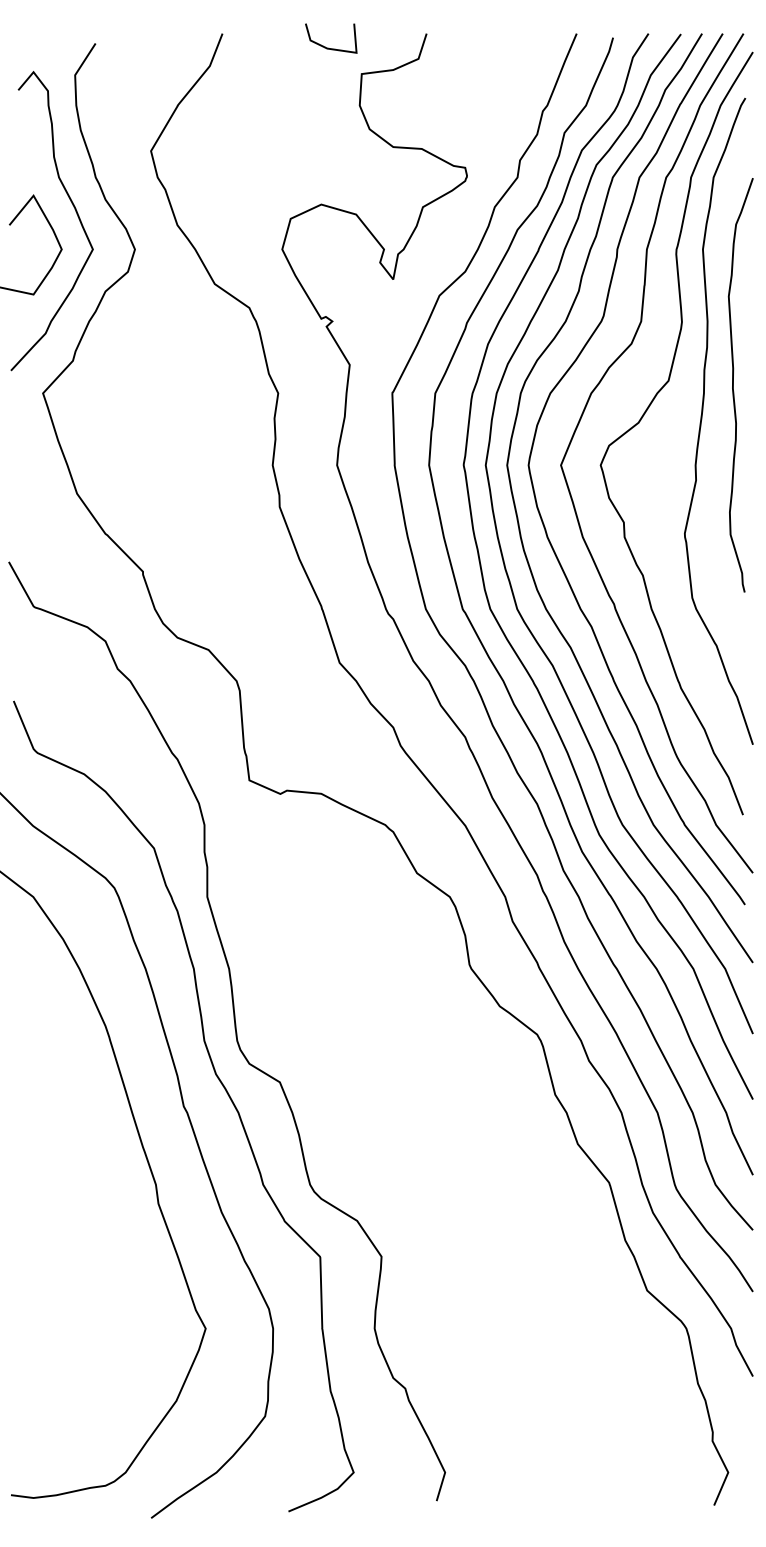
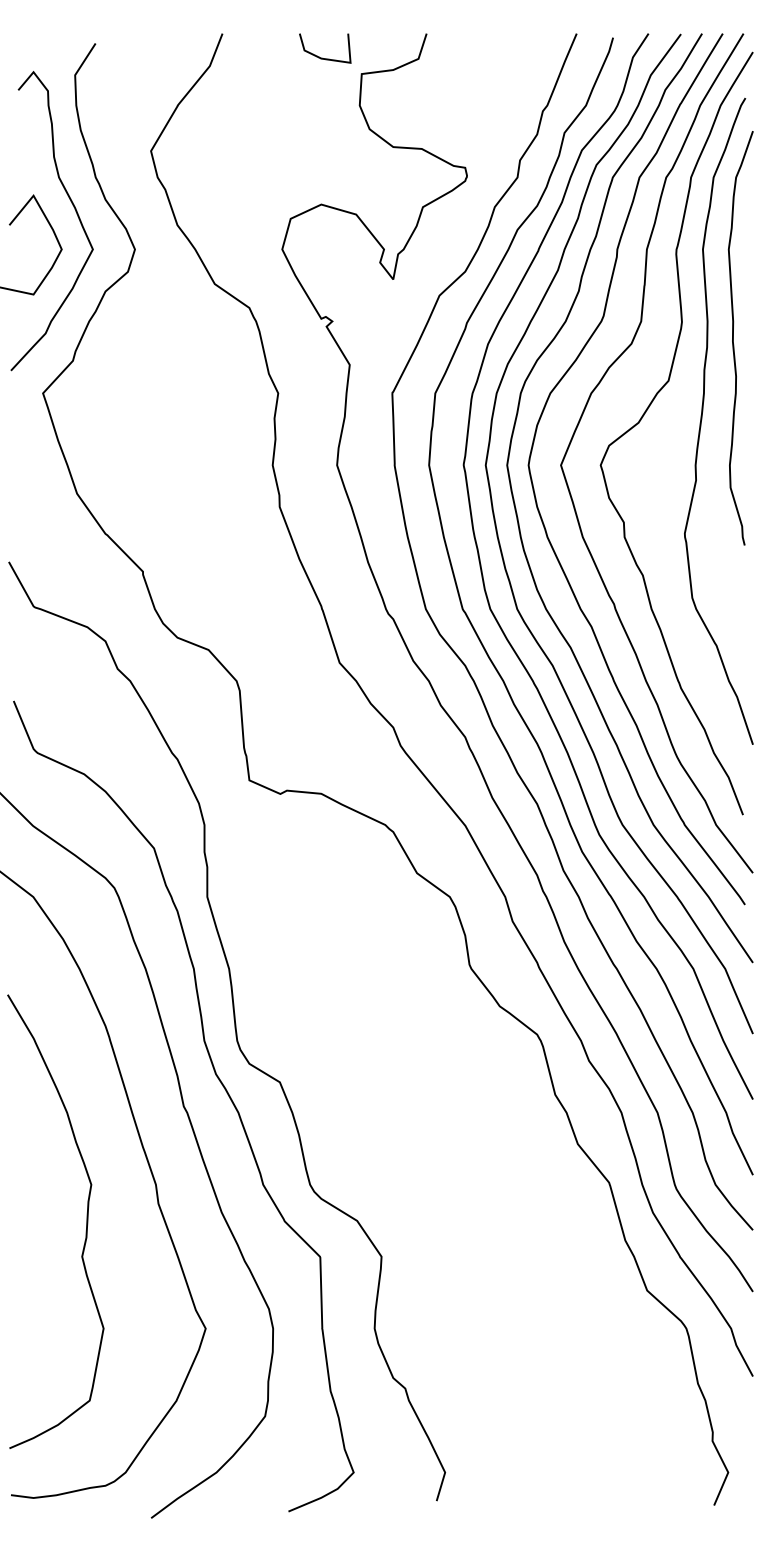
line at (328, 47) position: (328, 47) -> (322, 57)
curve at (733, 385) position: (733, 385) -> (733, 338)
curve at (86, 1221): none -> present
